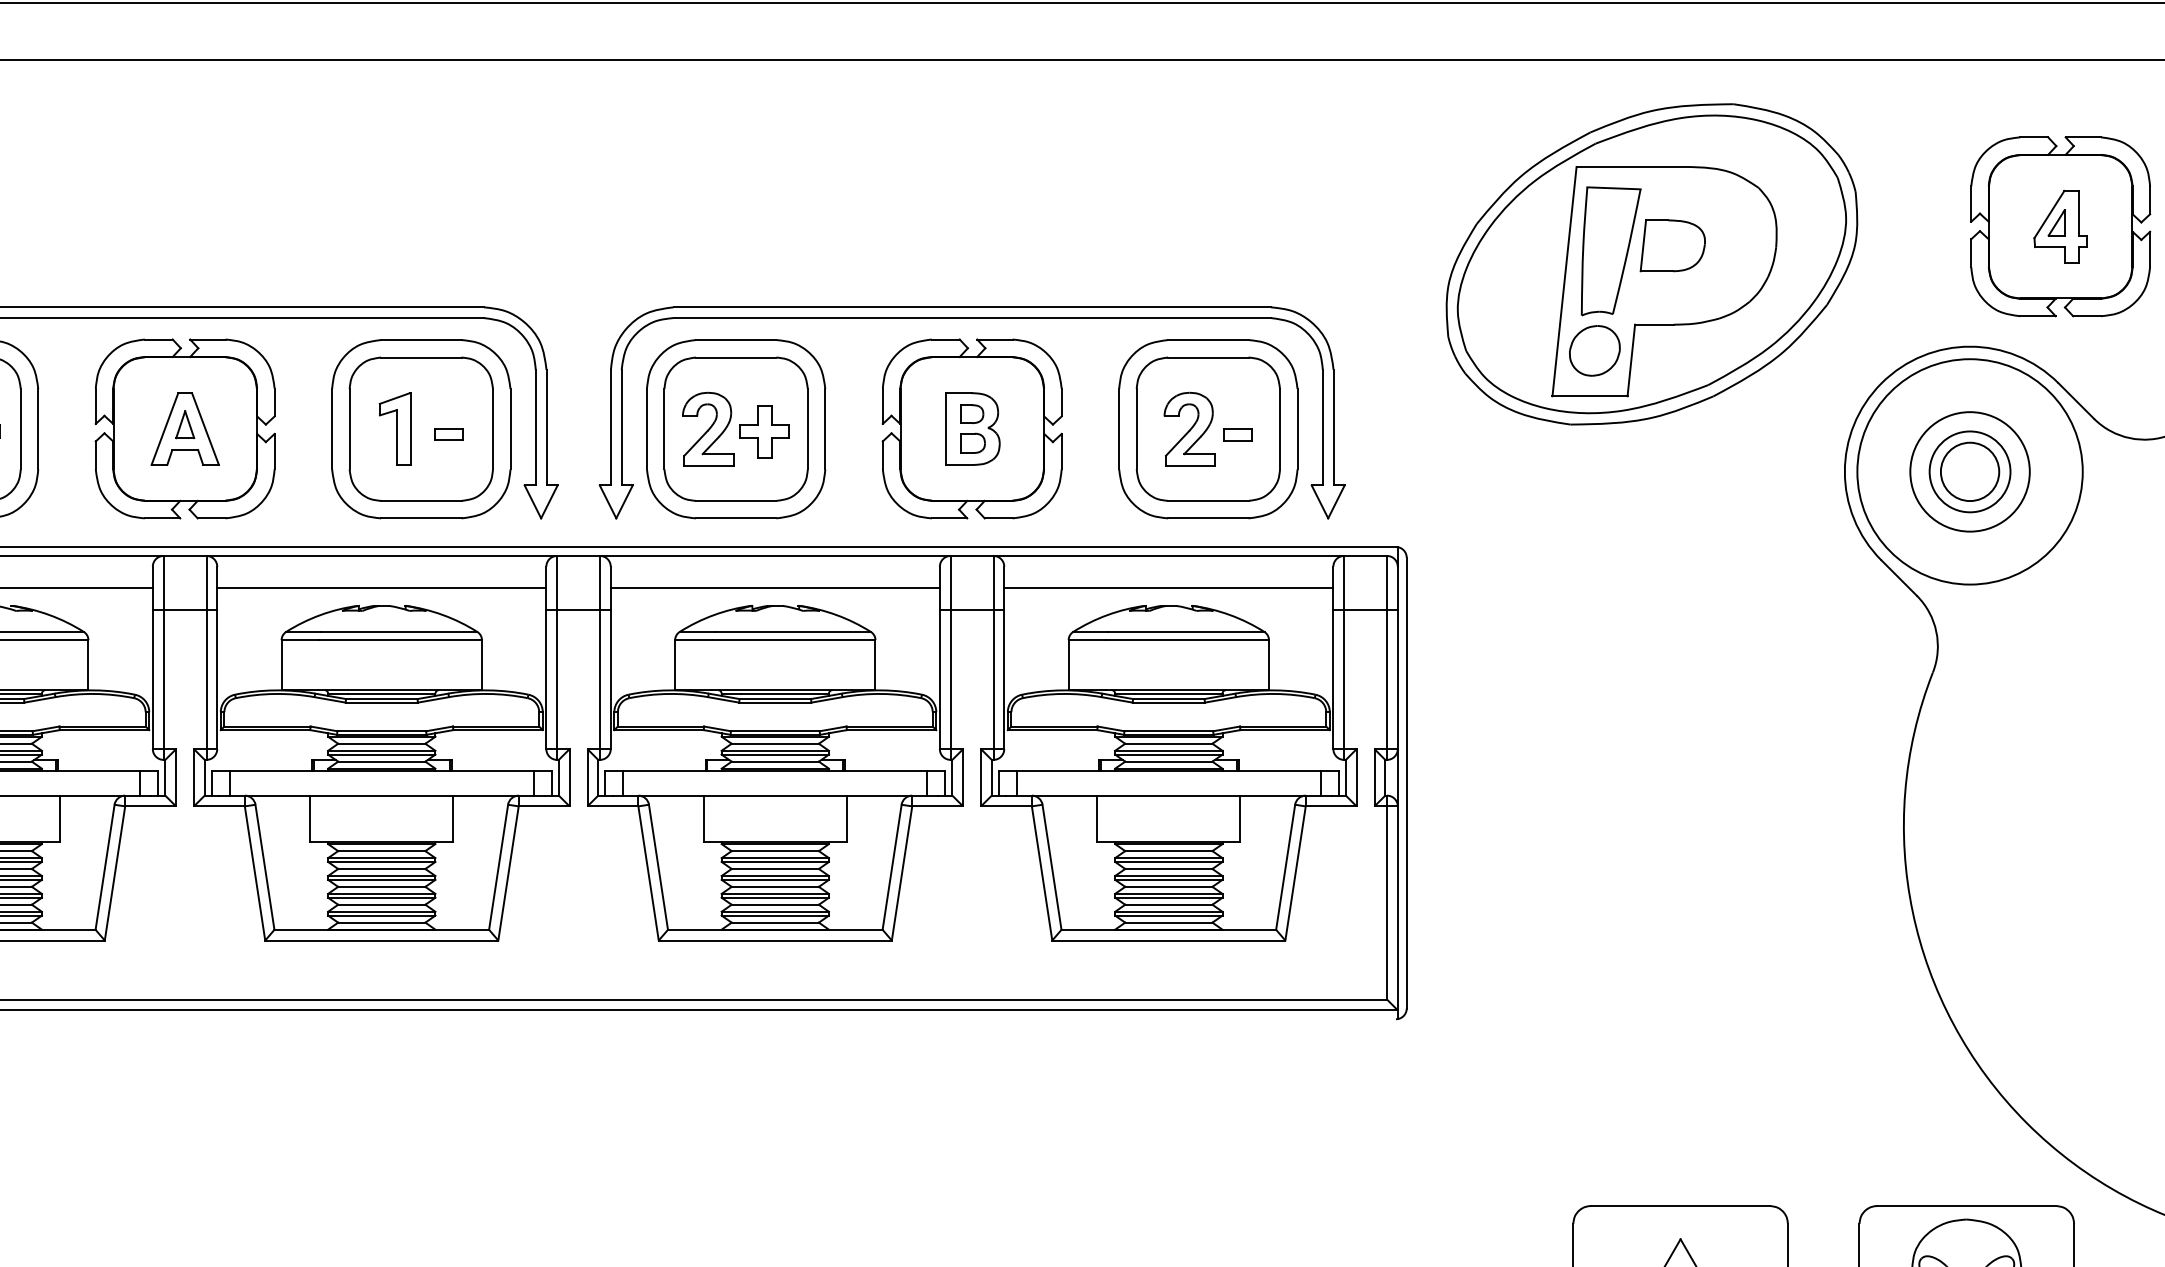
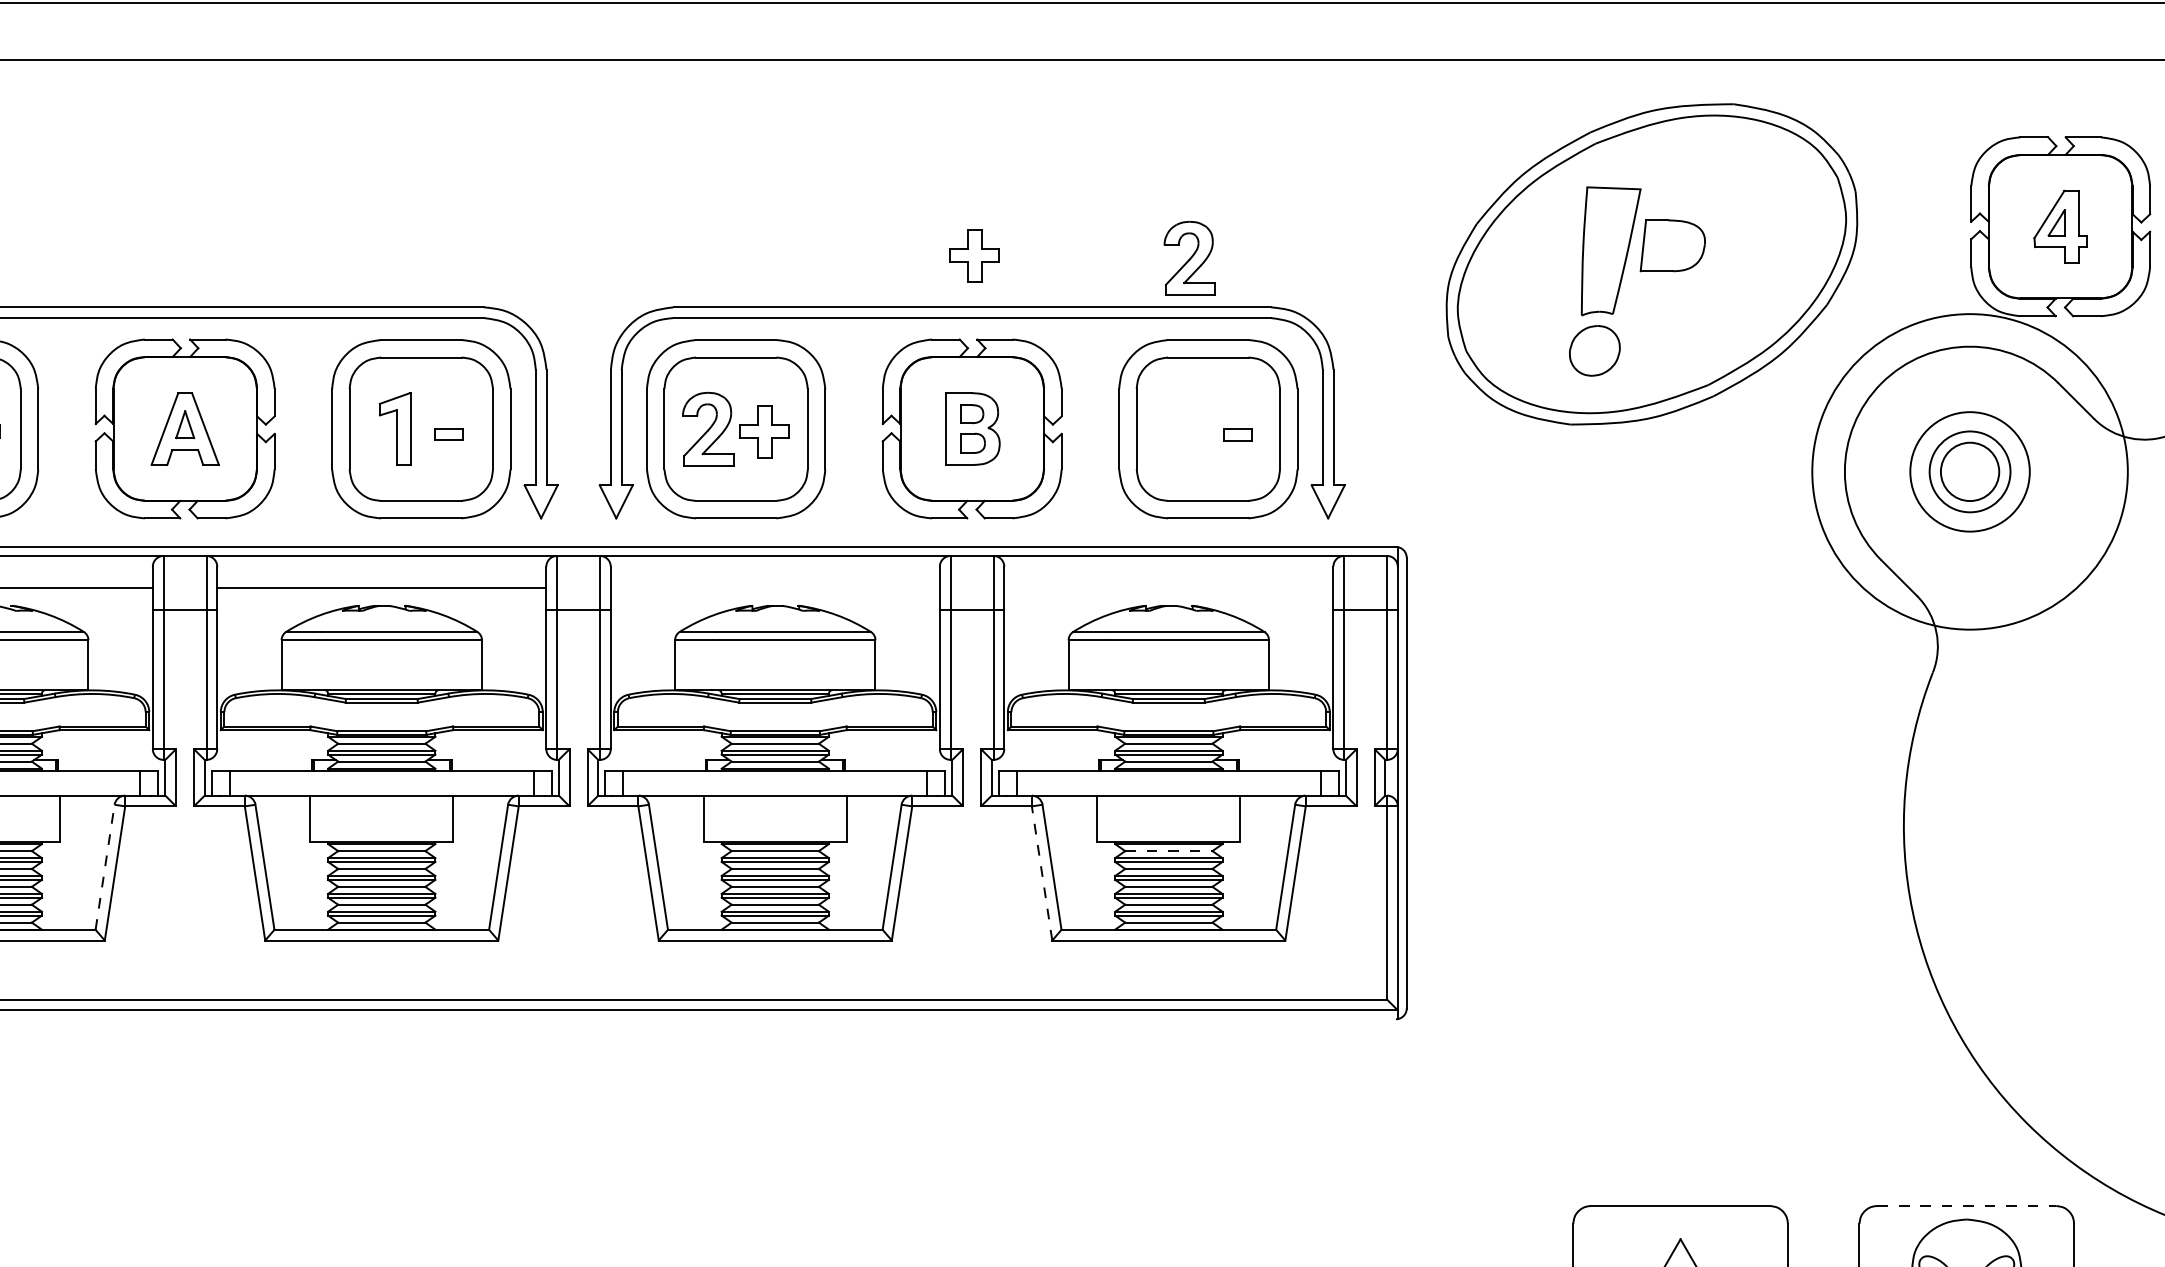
part at (974, 255): none -> present
part at (1664, 281): present -> none
part at (1189, 428) position: (1189, 428) -> (1189, 257)
circle at (1969, 471) diameter: 225 px -> 316 px
line at (774, 588): present -> none
line at (1168, 588): present -> none
line at (1168, 851): solid -> dashed
line at (105, 866): solid -> dashed
line at (1042, 873): solid -> dashed
line at (1967, 1205): solid -> dashed
